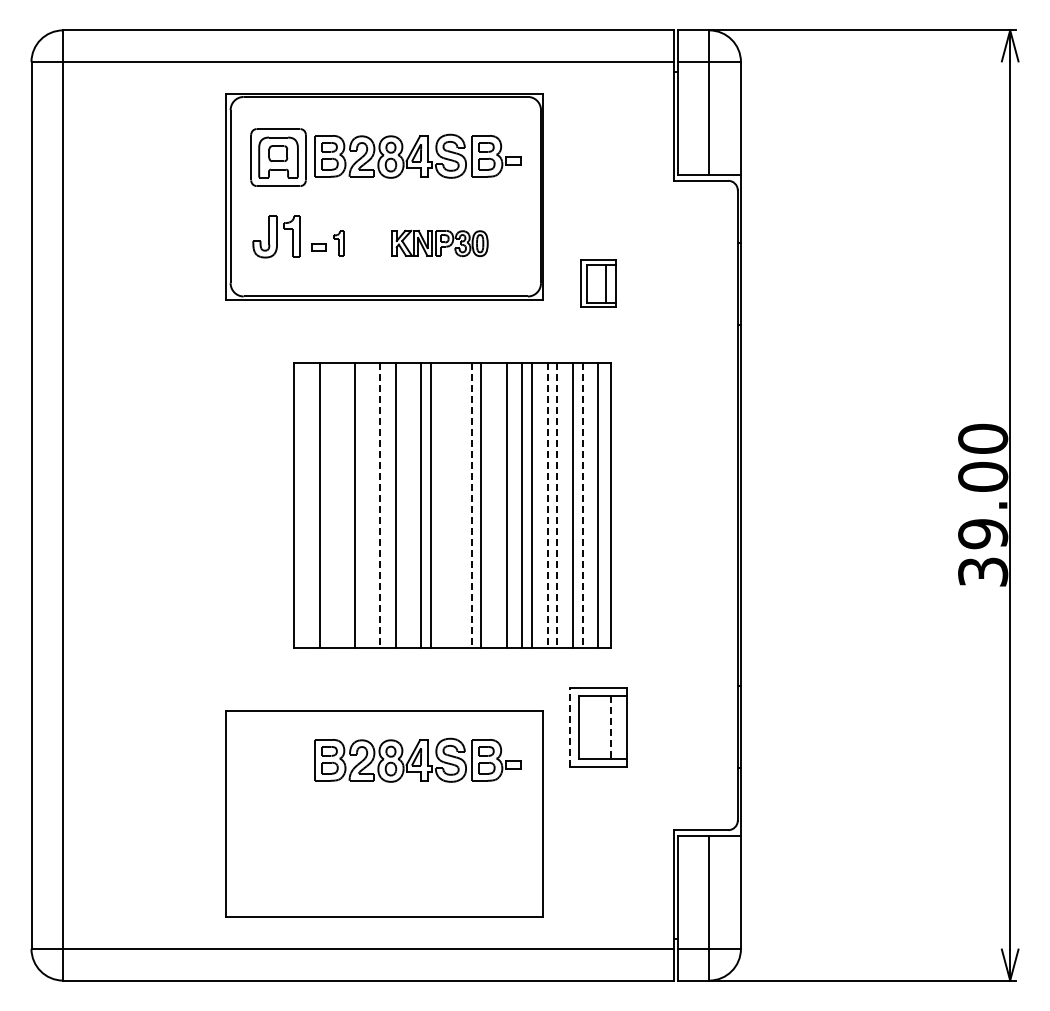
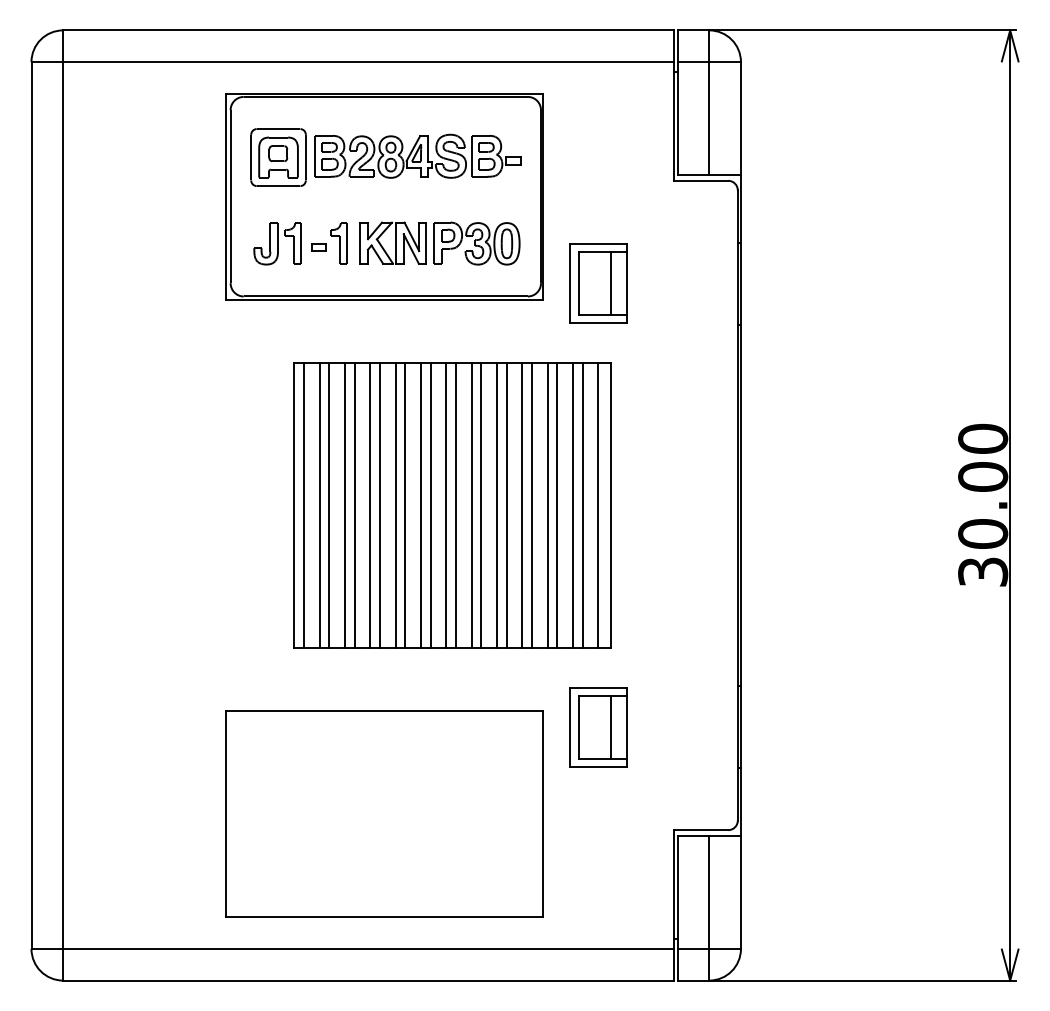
part at (276, 236) position: (276, 236) -> (277, 243)
part at (439, 242) size: 98x28 px -> 162x45 px
part at (338, 243) size: 12x27 px -> 18x43 px
part at (598, 283) size: 37x49 px -> 59x81 px
line at (303, 505): none -> present
line at (329, 505): none -> present
line at (345, 505): none -> present
line at (370, 505): none -> present
line at (379, 505): dashed -> solid
line at (405, 505): none -> present
line at (446, 505): none -> present
line at (455, 505): none -> present
line at (471, 505): dashed -> solid
line at (497, 505): none -> present
line at (547, 505): dashed -> solid
line at (557, 505): dashed -> solid
line at (582, 505): dashed -> solid
text at (983, 534): 39.00 -> 30.00
line at (569, 727): dashed -> solid
line at (611, 727): dashed -> solid
part at (417, 759): present -> none
